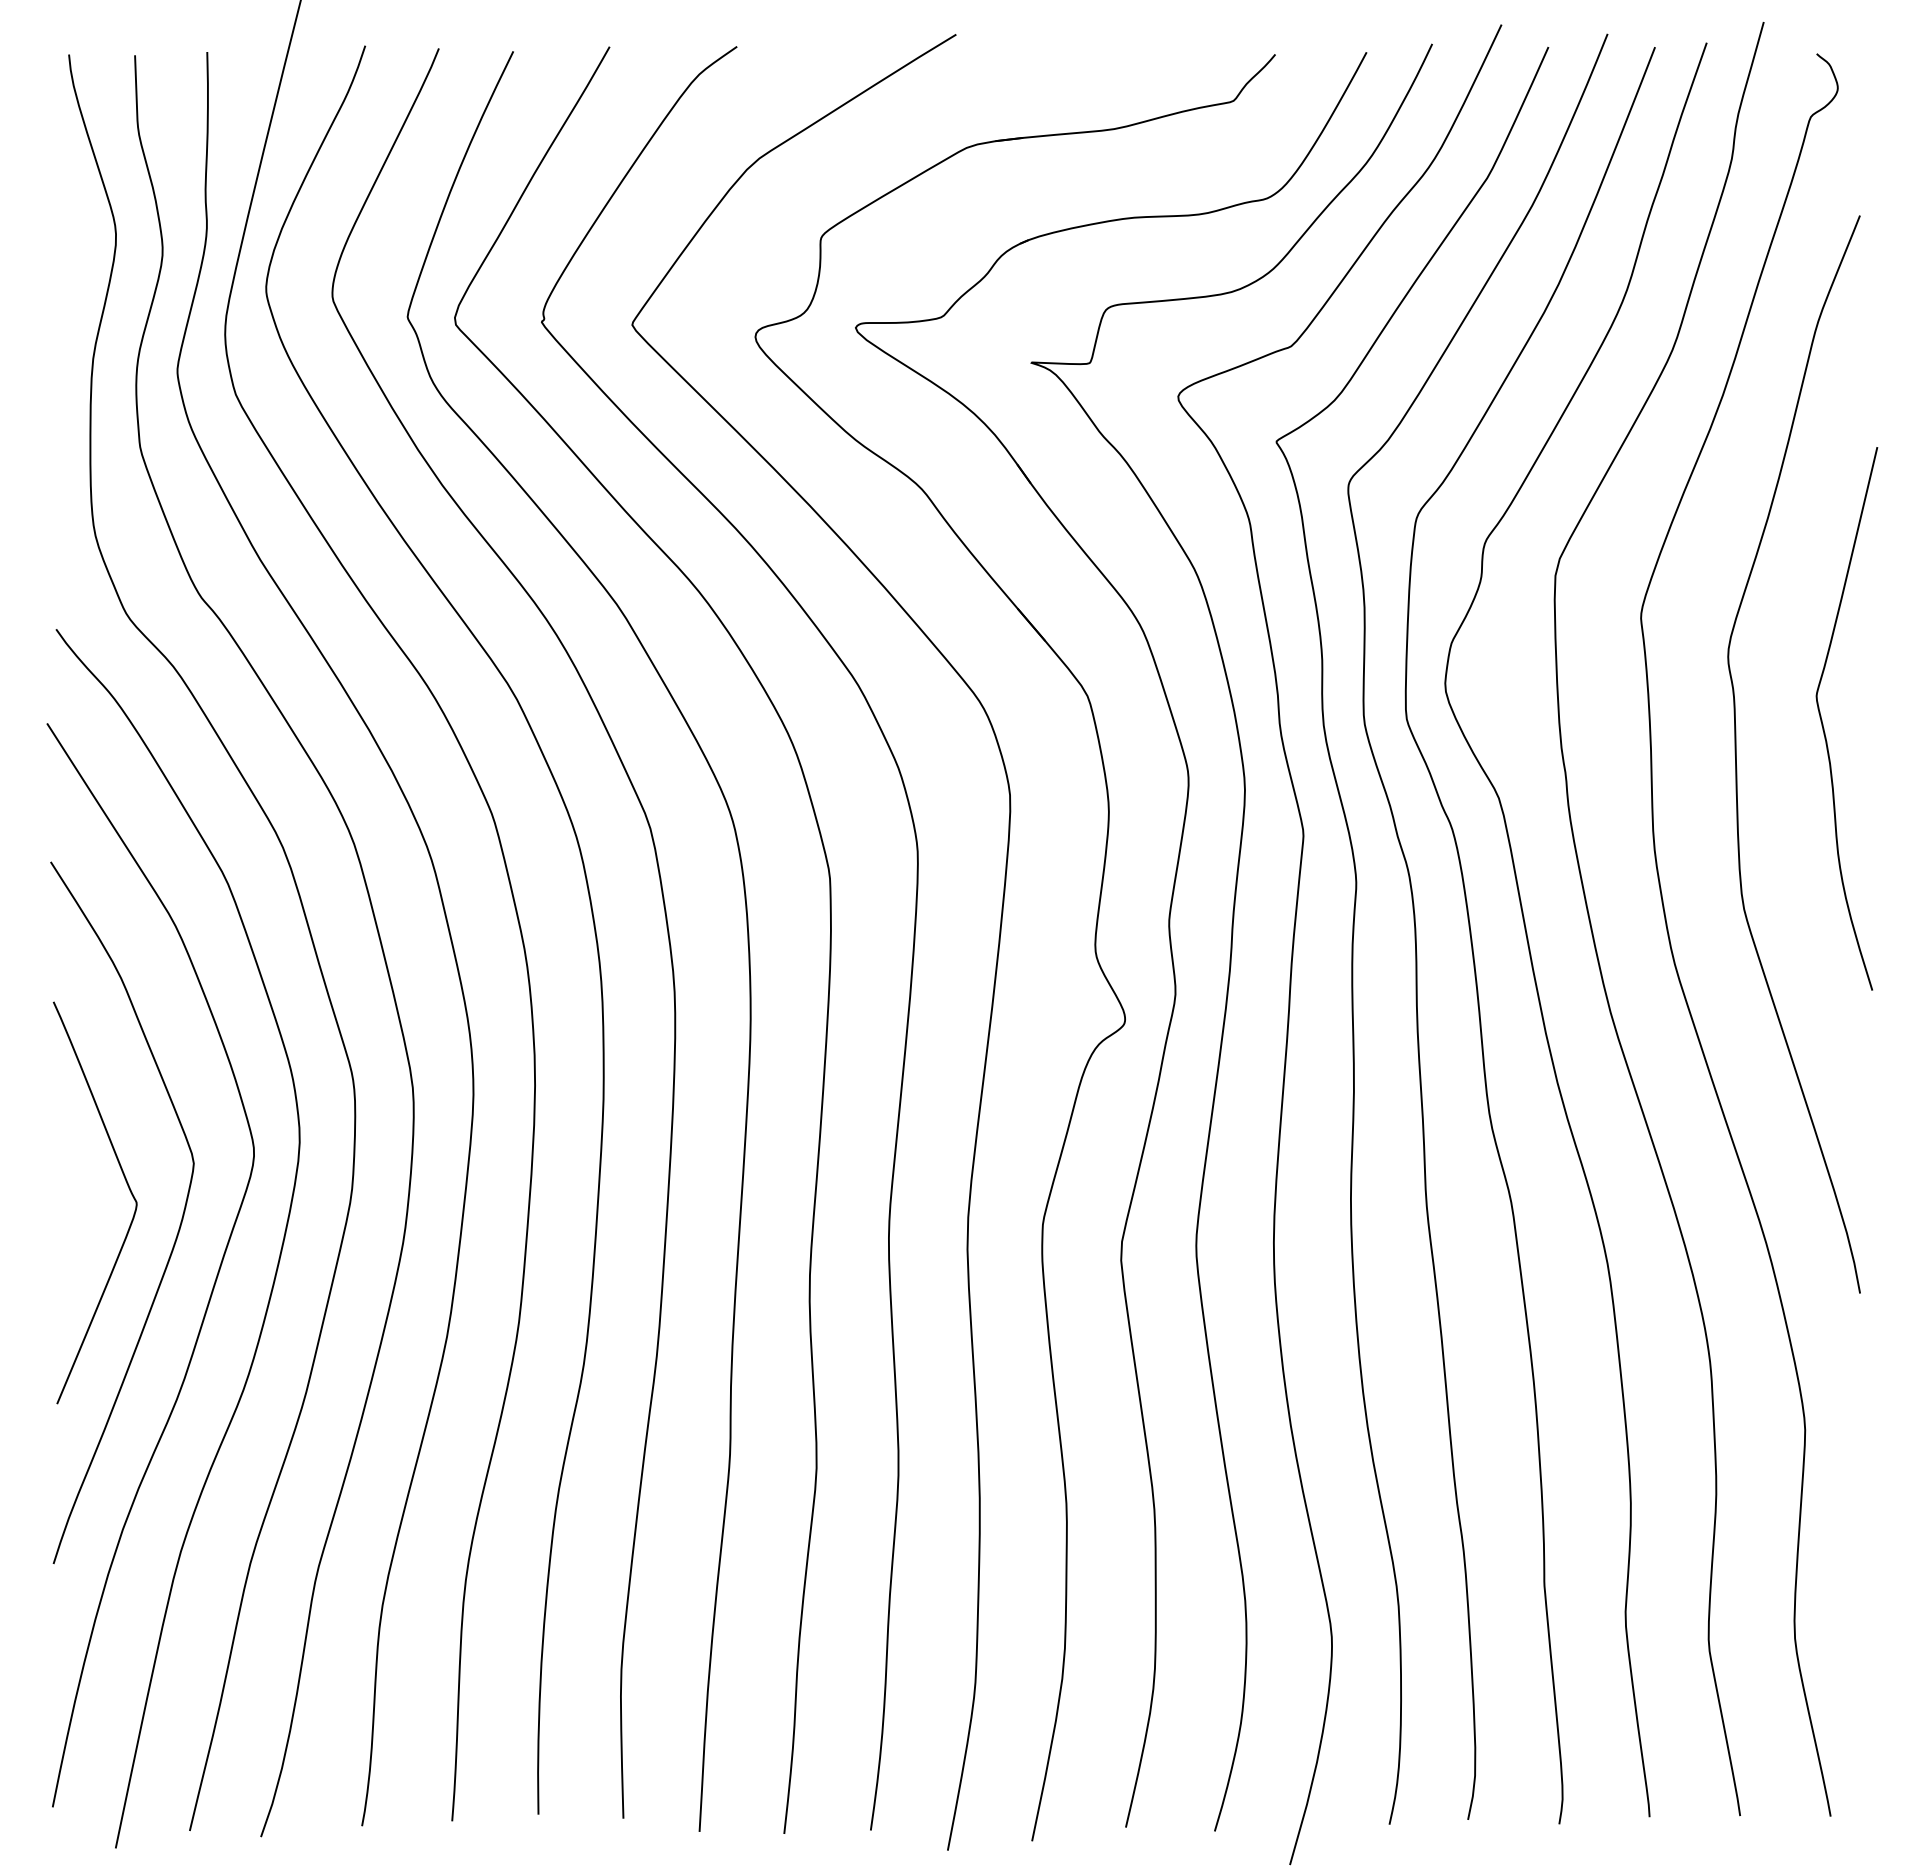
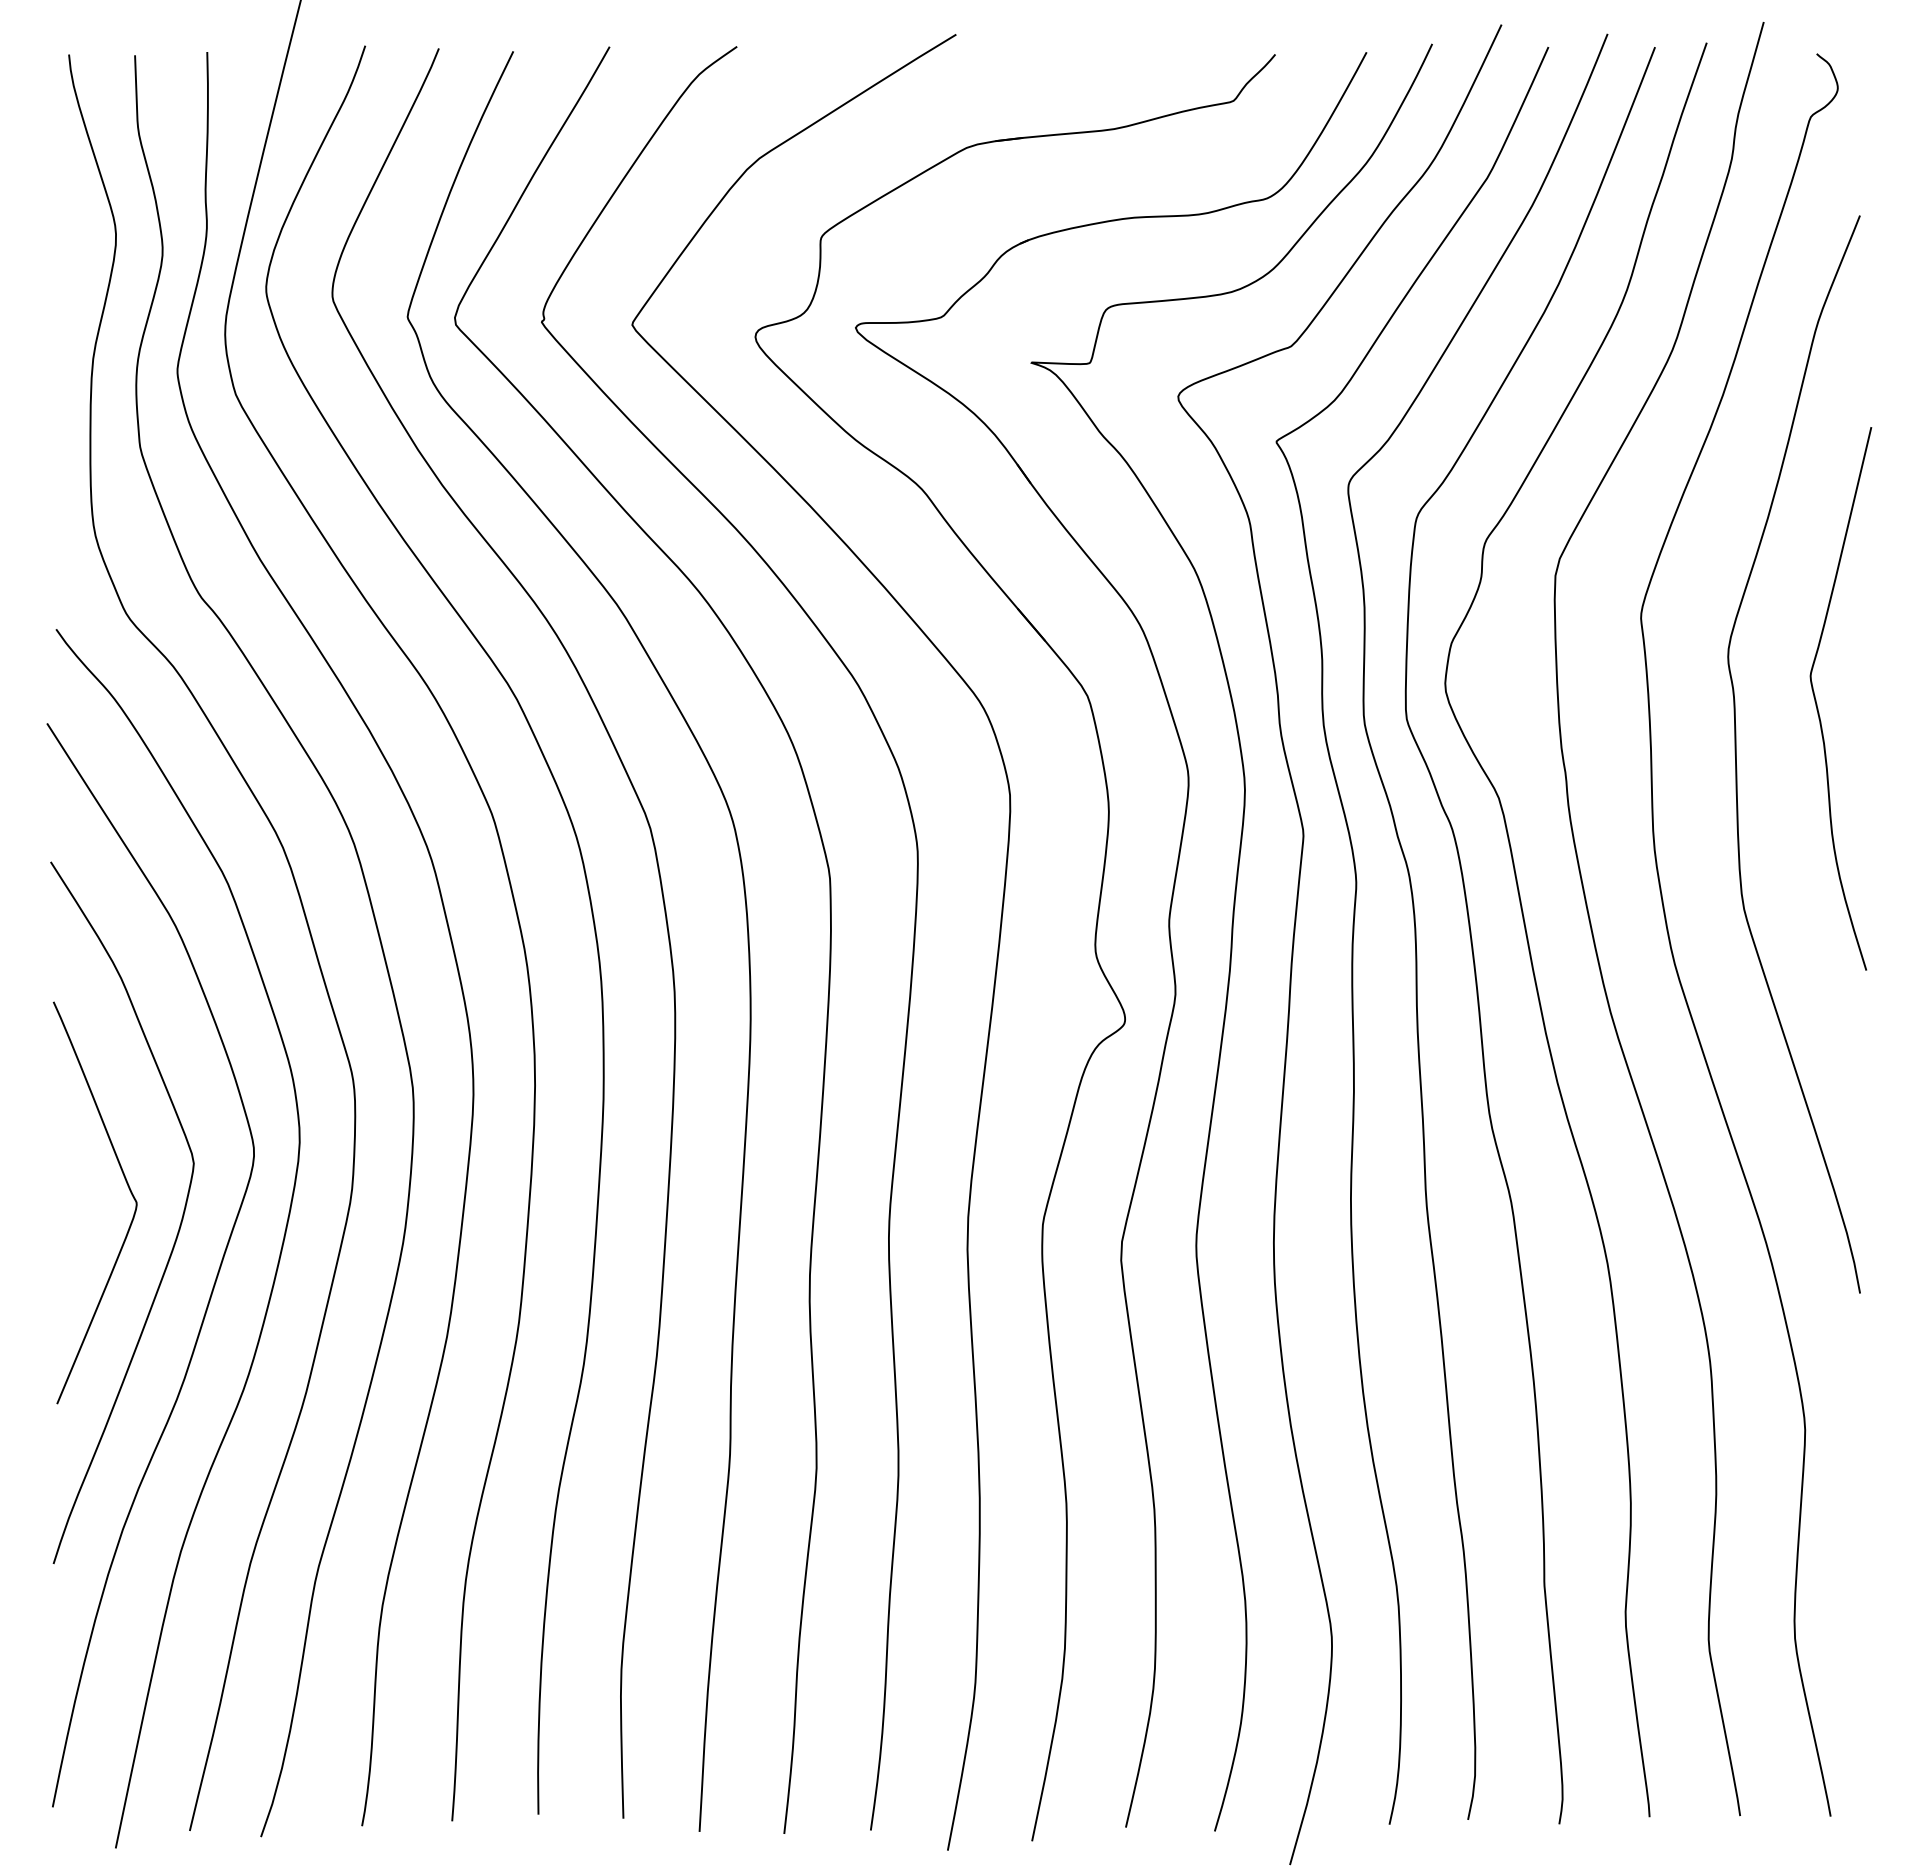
curve at (1823, 723) position: (1823, 723) -> (1817, 703)
